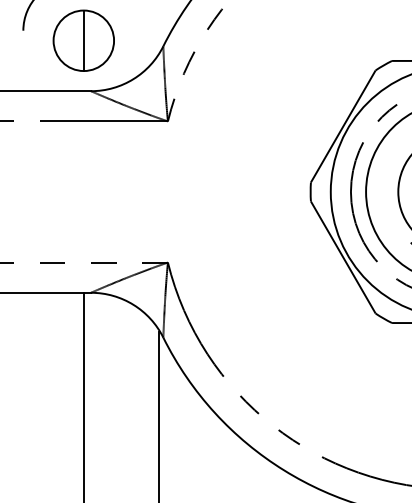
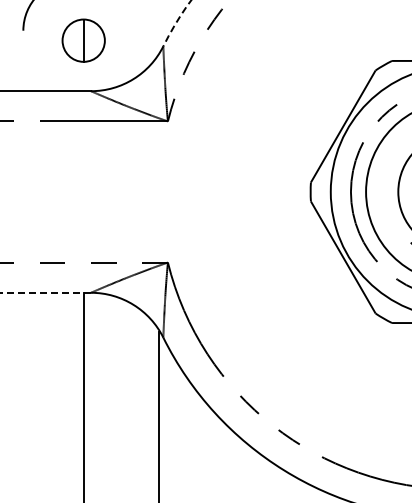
arc at (176, 22): solid -> dashed
part at (83, 40) size: 63x63 px -> 45x45 px
line at (45, 292): solid -> dashed
